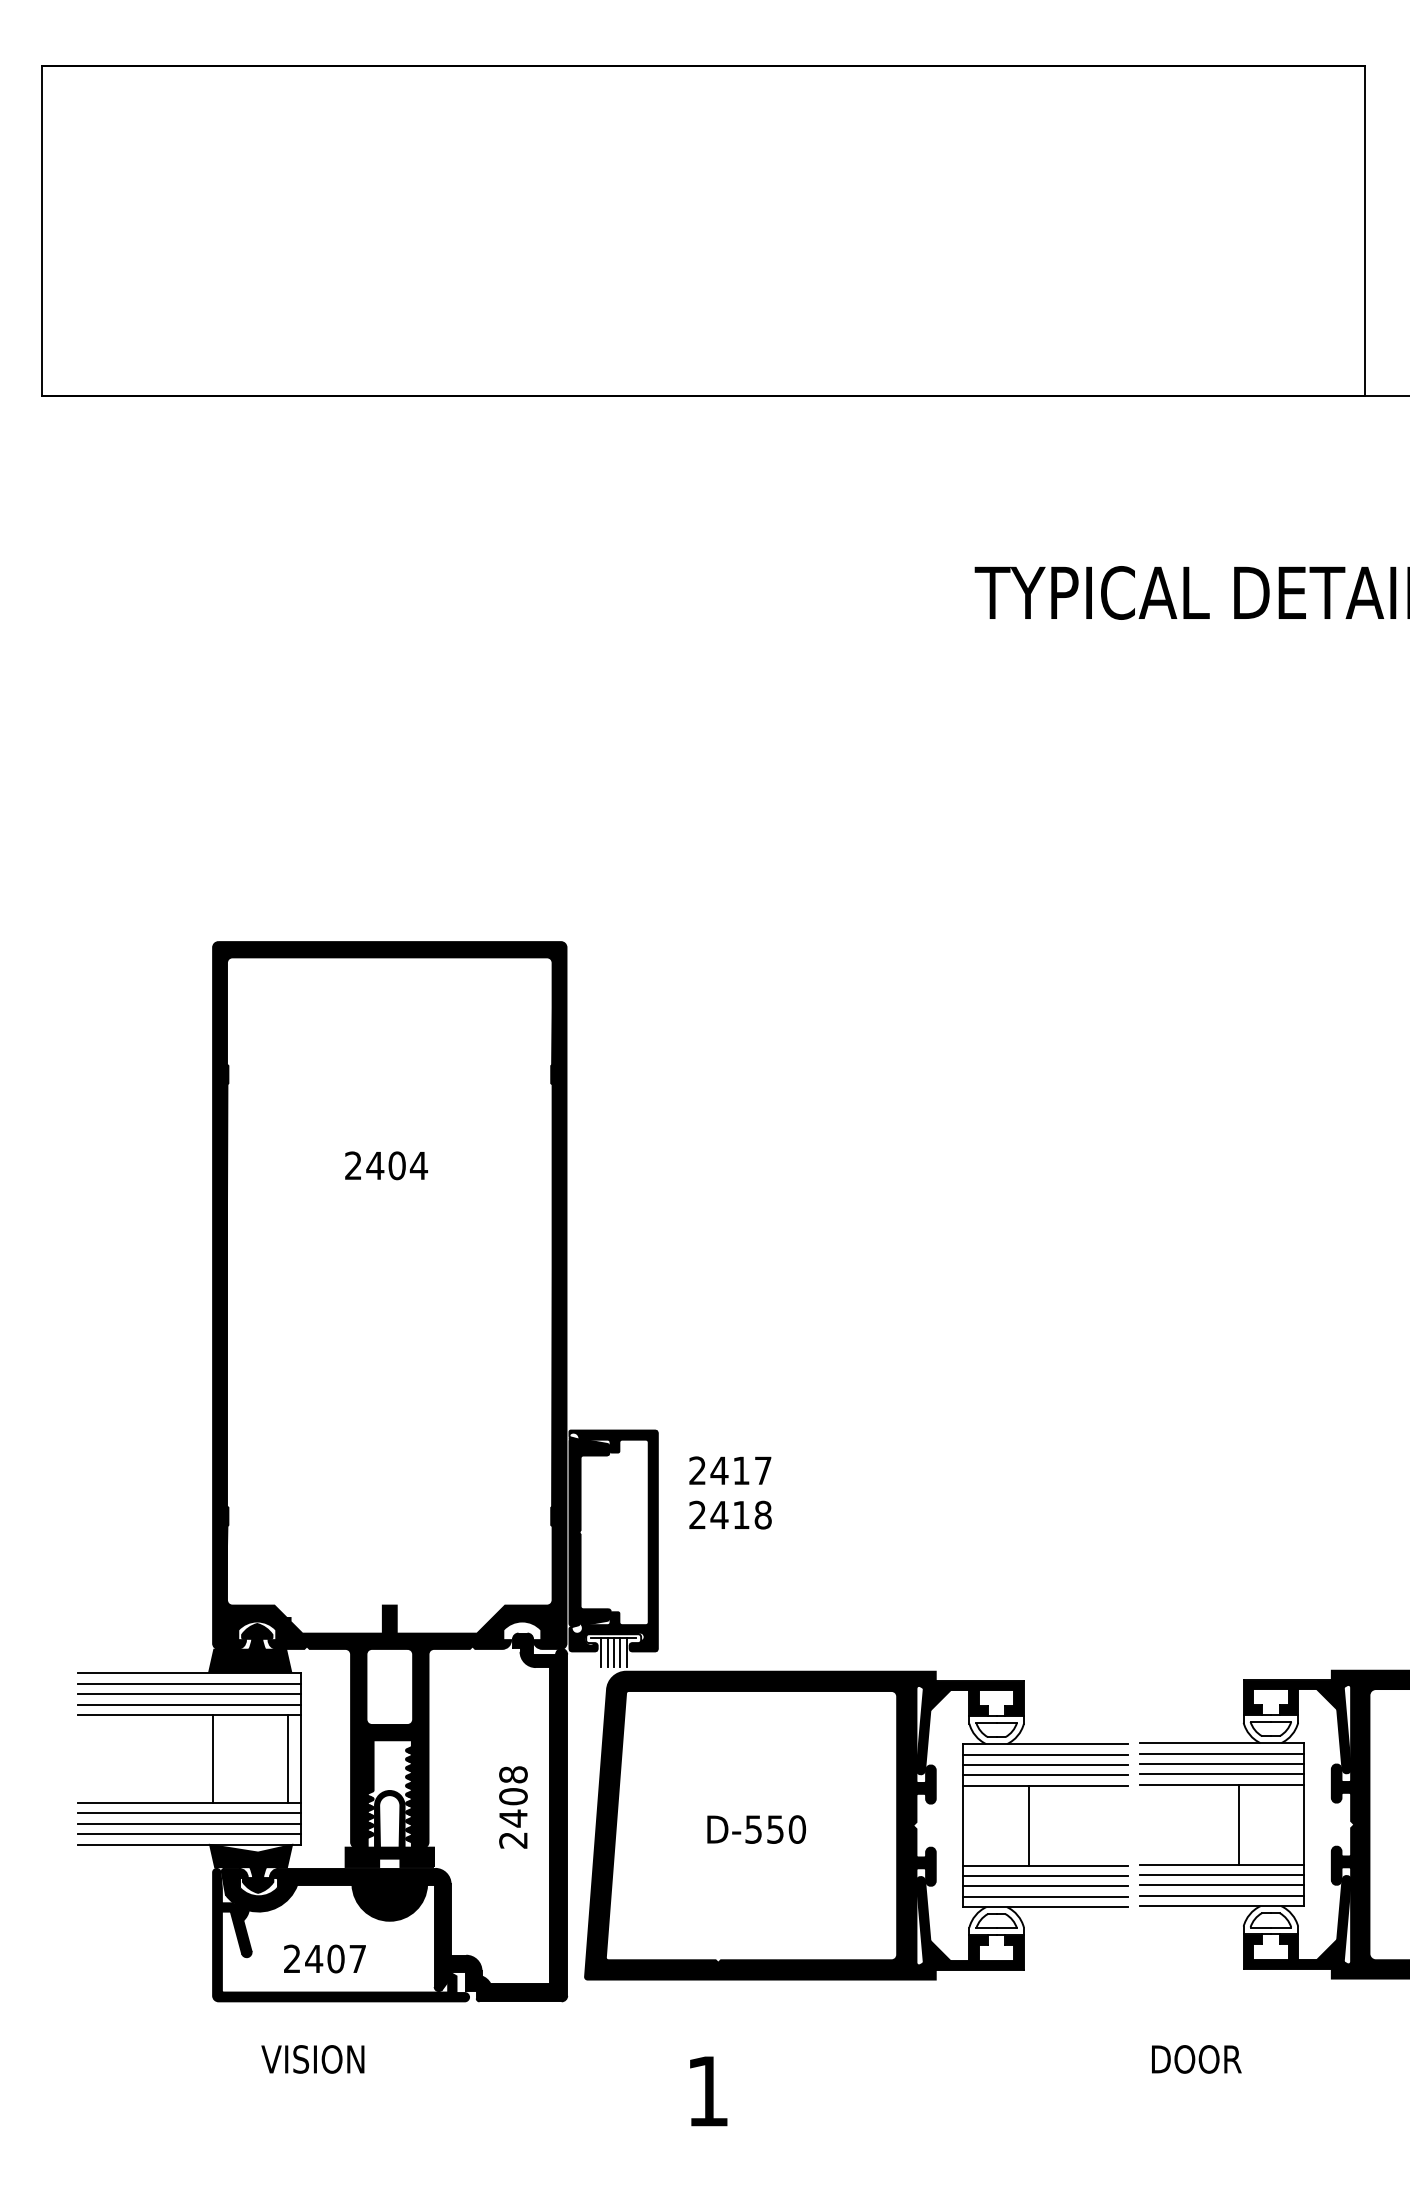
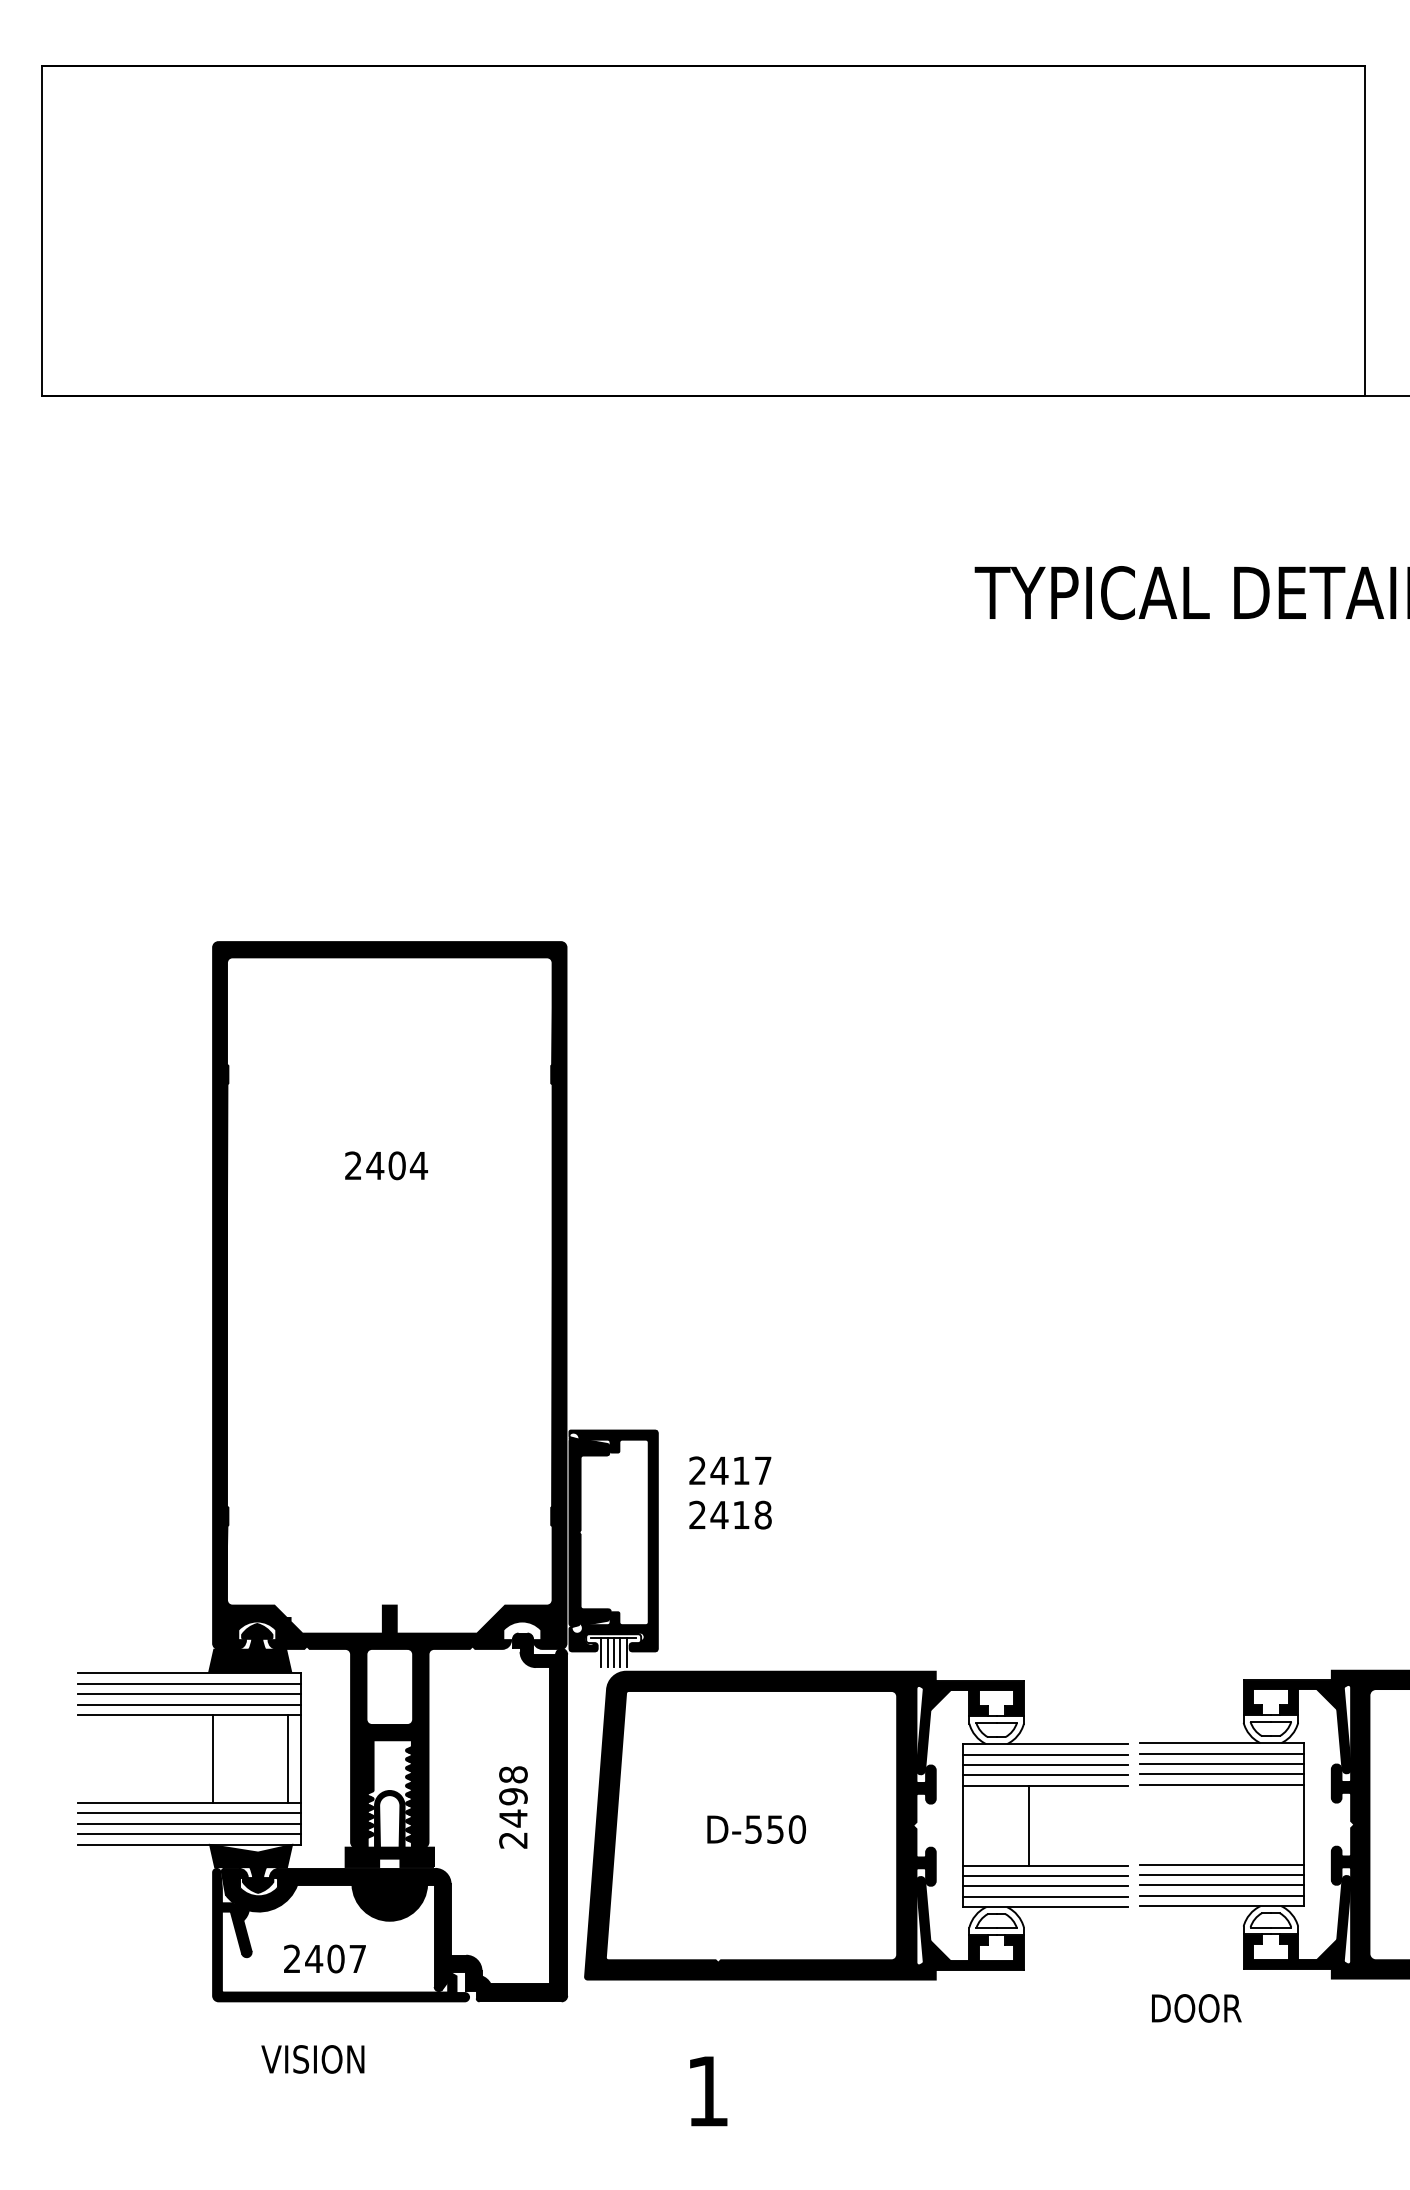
text at (513, 1796): 2408 -> 2498
line at (1238, 1824): present -> none
text at (1196, 2059) position: (1196, 2059) -> (1196, 2008)
